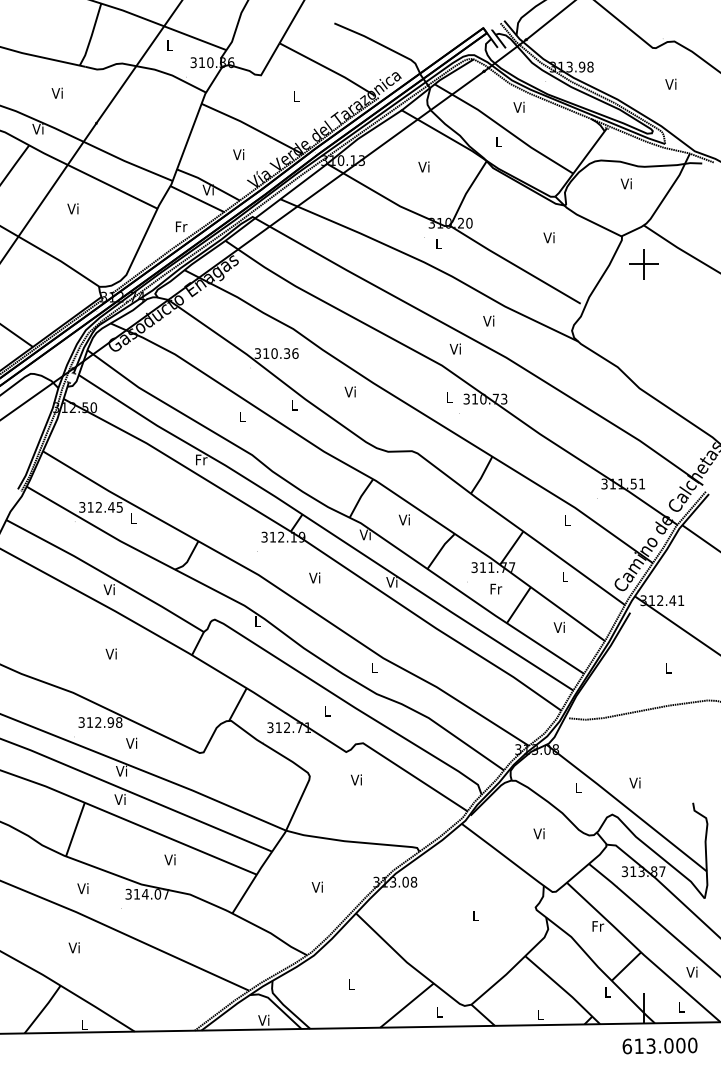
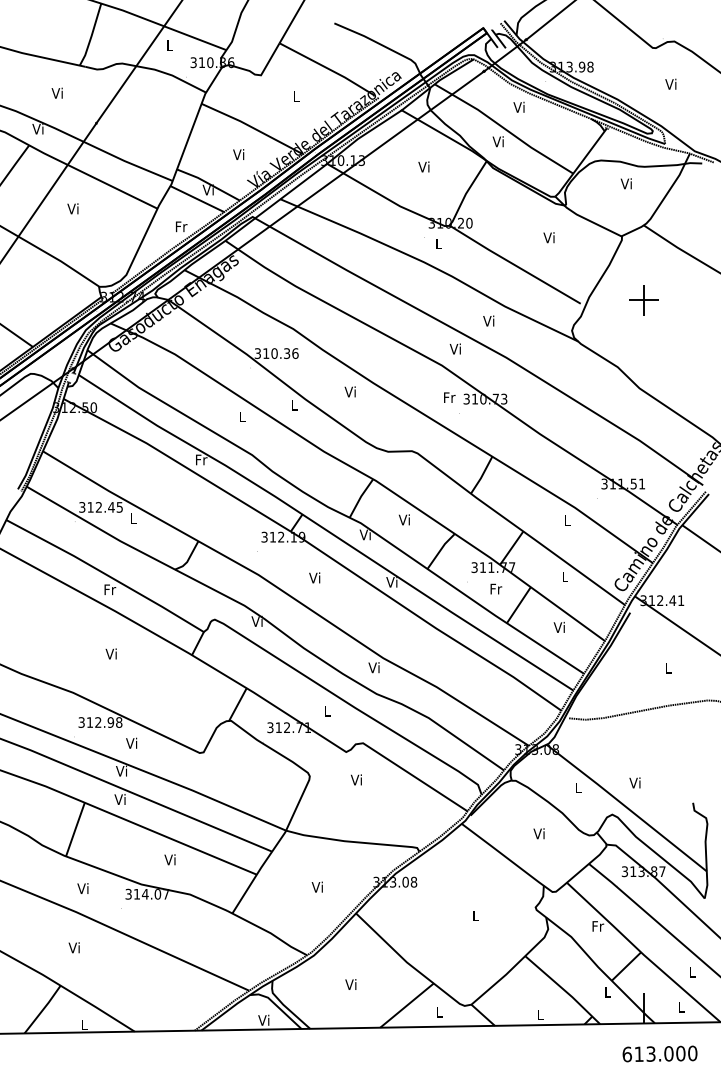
text at (497, 141): L -> Vi
part at (643, 264) position: (643, 264) -> (643, 300)
text at (449, 397): L -> Fr
text at (109, 589): Vi -> Fr
text at (256, 620): L -> Vi
text at (373, 667): L -> Vi
text at (691, 971): Vi -> L
text at (350, 984): L -> Vi
text at (659, 1045) position: (659, 1045) -> (659, 1053)
